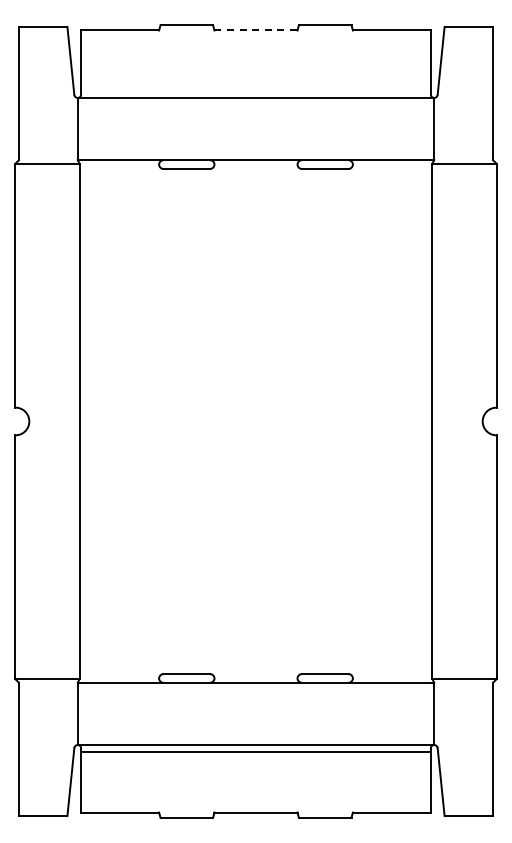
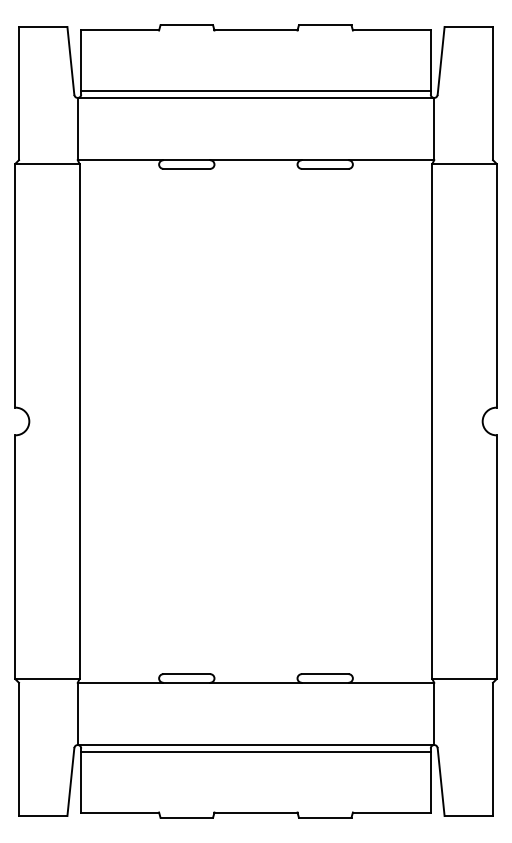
line at (256, 30): dashed -> solid
line at (255, 91): none -> present
